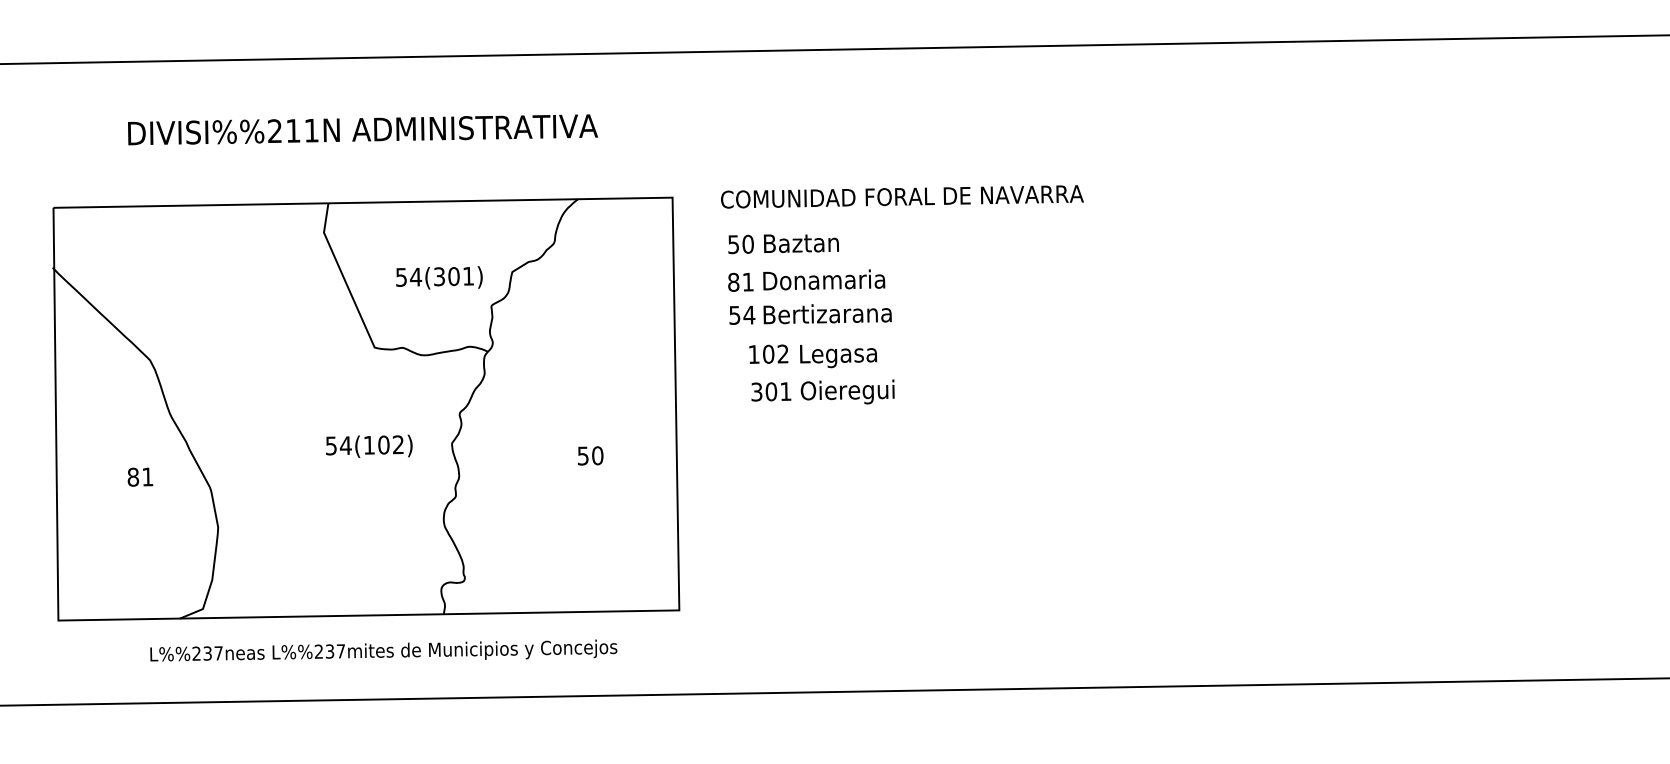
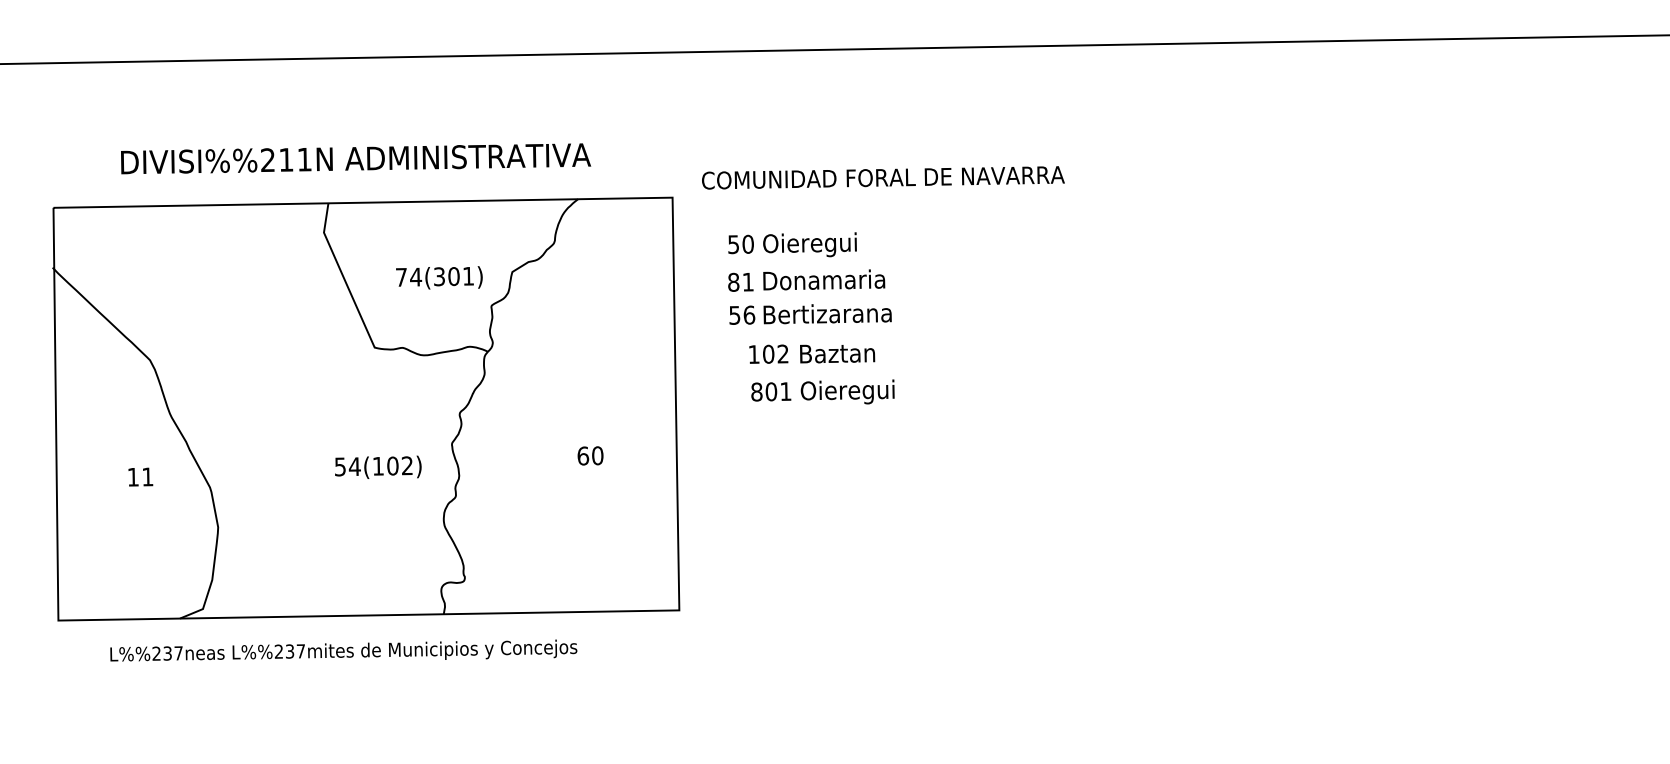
text at (363, 129) position: (363, 129) -> (356, 158)
text at (902, 196) position: (902, 196) -> (883, 177)
text at (809, 244): Baztan -> Oieregui
text at (401, 277): 54(301) -> 74(301)
text at (749, 314): 54 -> 56
text at (839, 356): Legasa -> Baztan
text at (756, 391): 301 -> 801
text at (369, 445) position: (369, 445) -> (378, 466)
text at (583, 455): 50 -> 60
text at (133, 476): 81 -> 11
text at (383, 650) position: (383, 650) -> (343, 650)
line at (834, 691): present -> none
